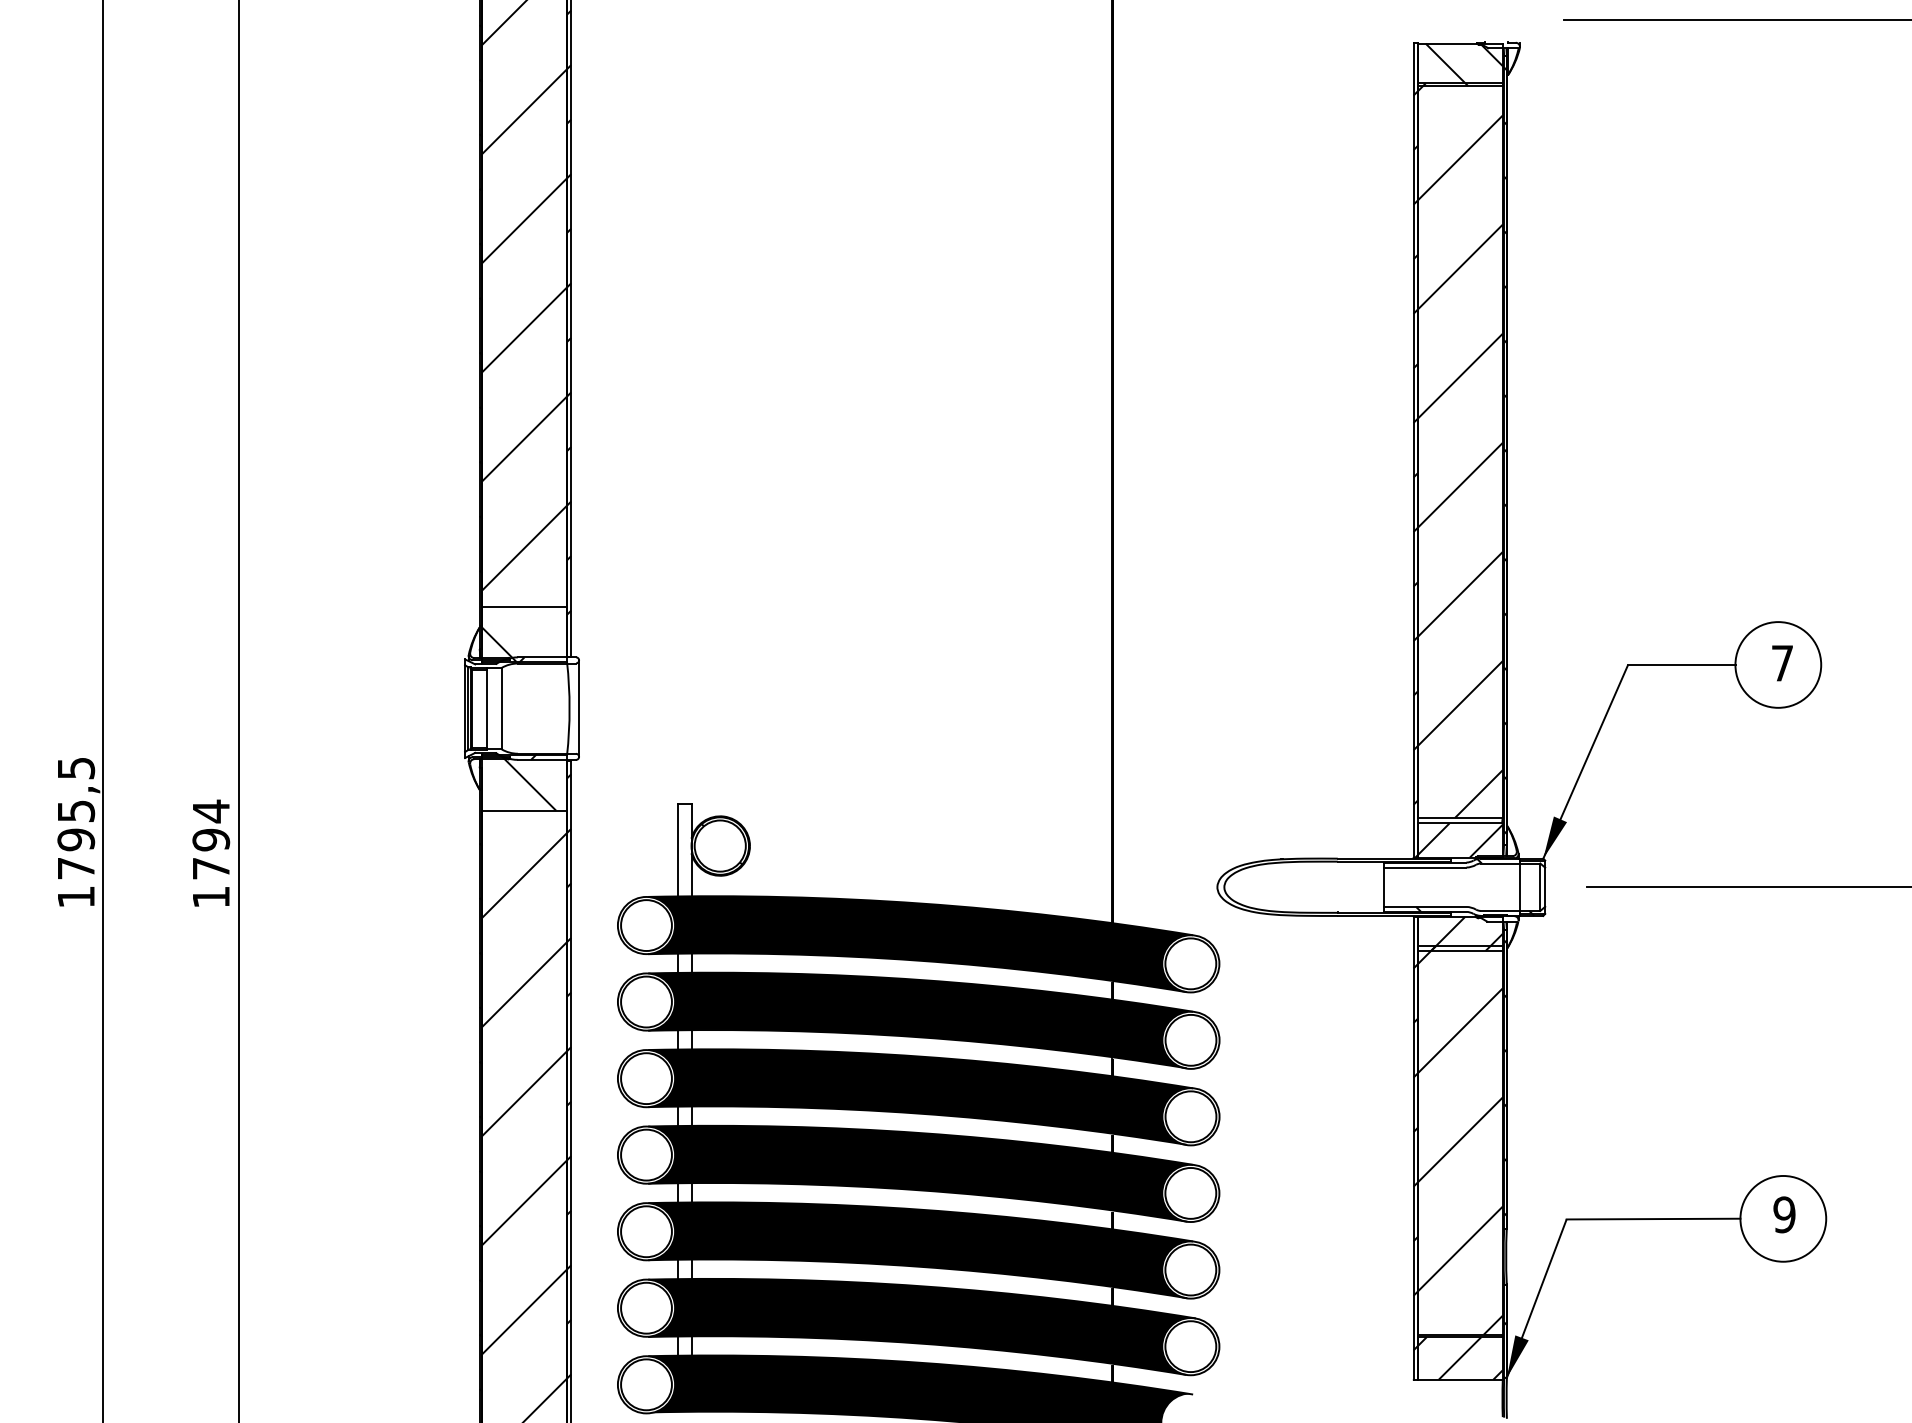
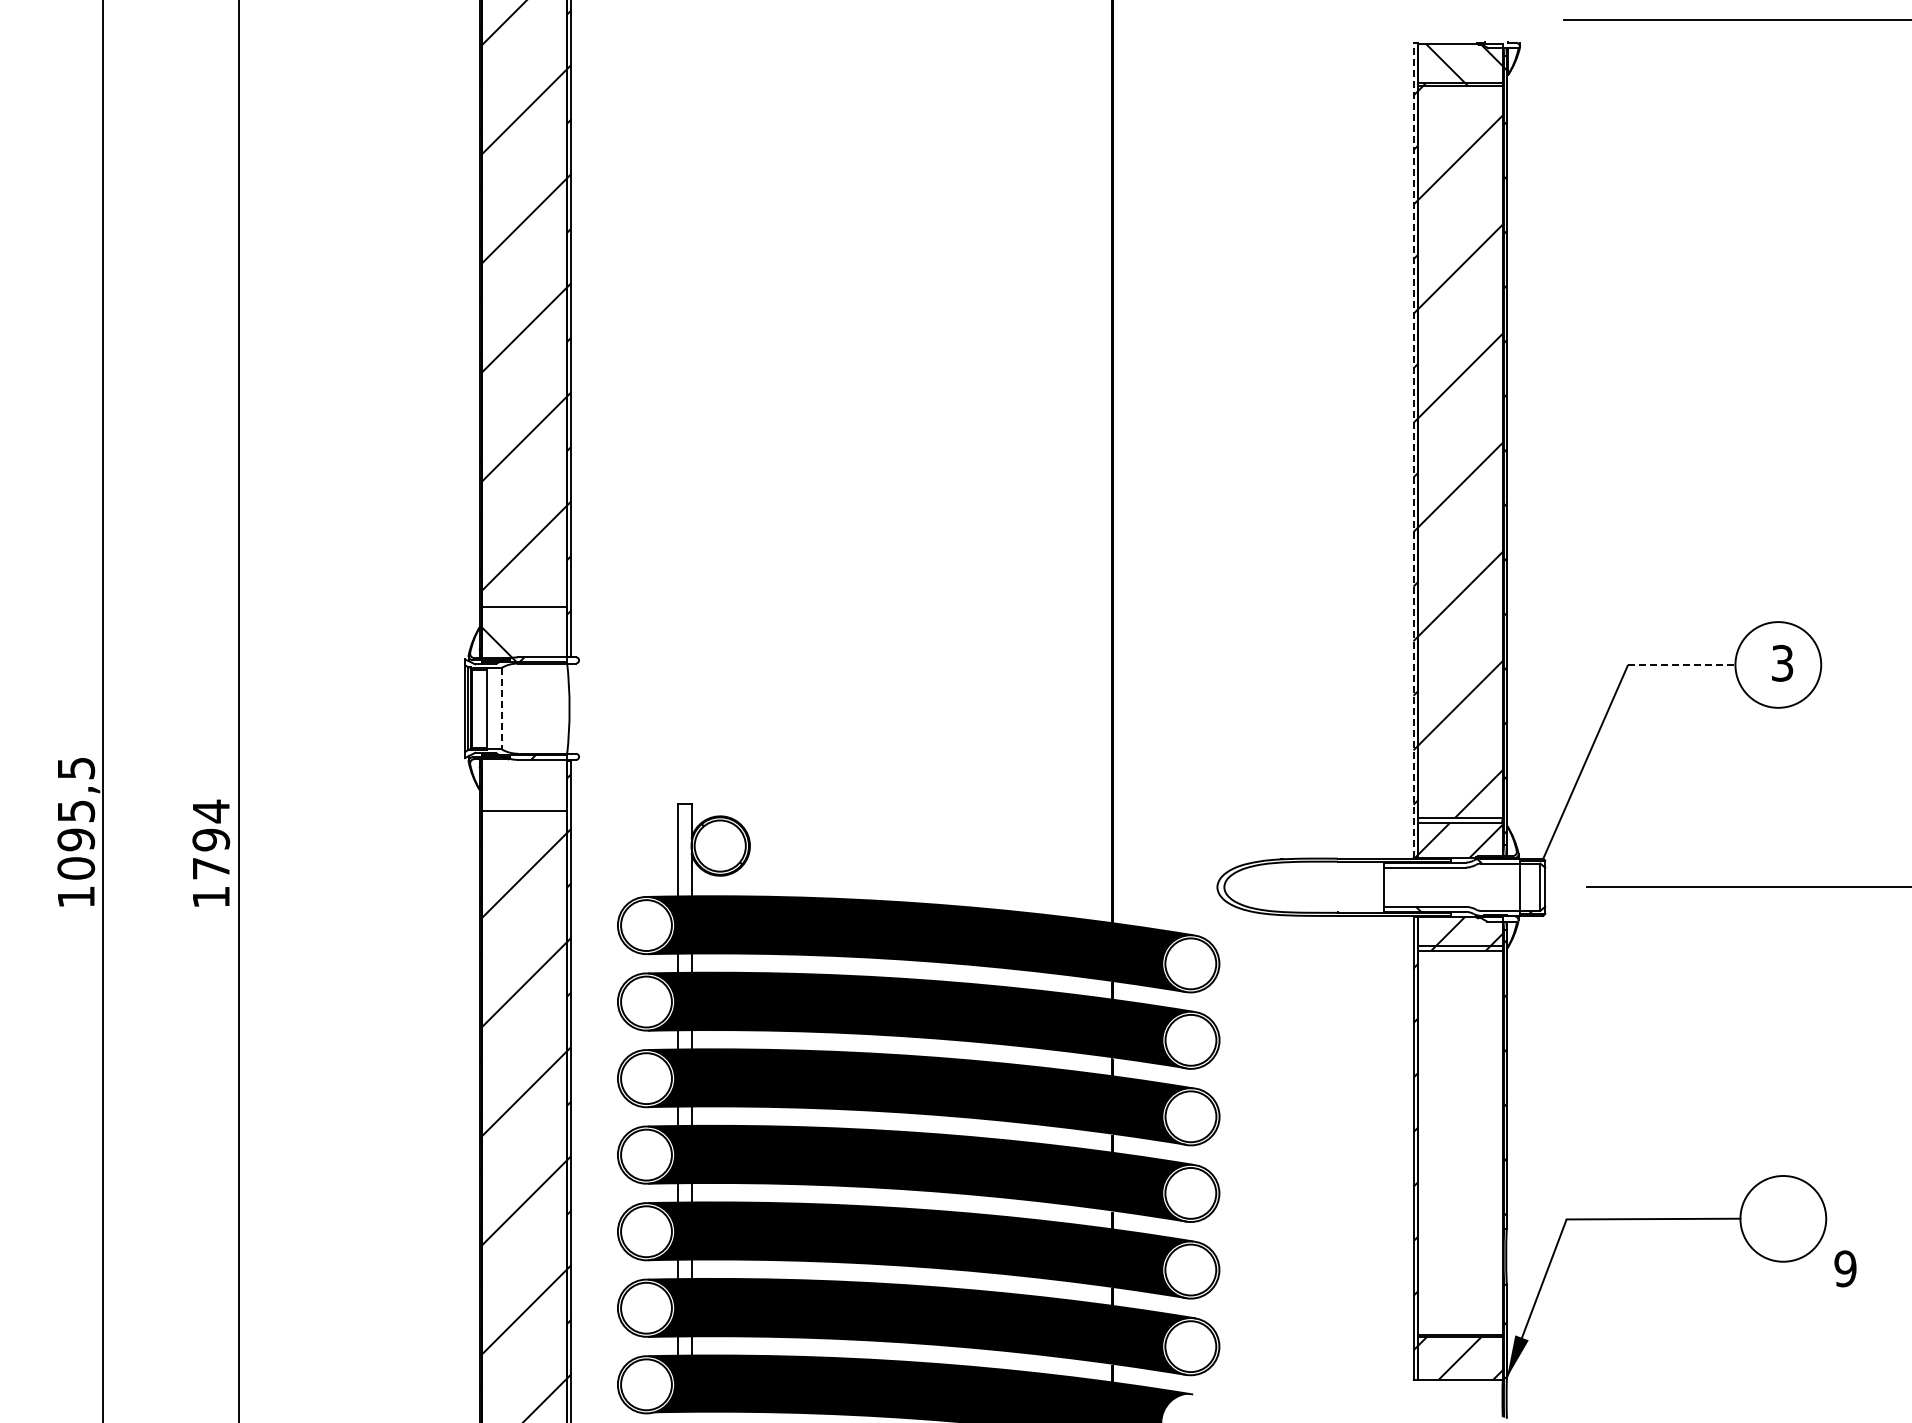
line at (1413, 449): solid -> dashed
text at (1782, 662): 7 -> 3
line at (1682, 664): solid -> dashed
line at (501, 708): solid -> dashed
line at (579, 708): present -> none
hatch at (528, 782): present -> none
fill at (1555, 837): present -> none
text at (76, 868): 1795,5 -> 1095,5
hatch at (1459, 1139): present -> none
text at (1784, 1214) position: (1784, 1214) -> (1845, 1268)
